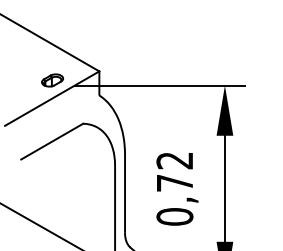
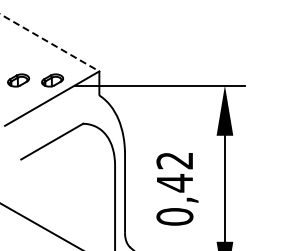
line at (50, 43): solid -> dashed
part at (18, 80): none -> present
text at (174, 182): 0,72 -> 0,42
